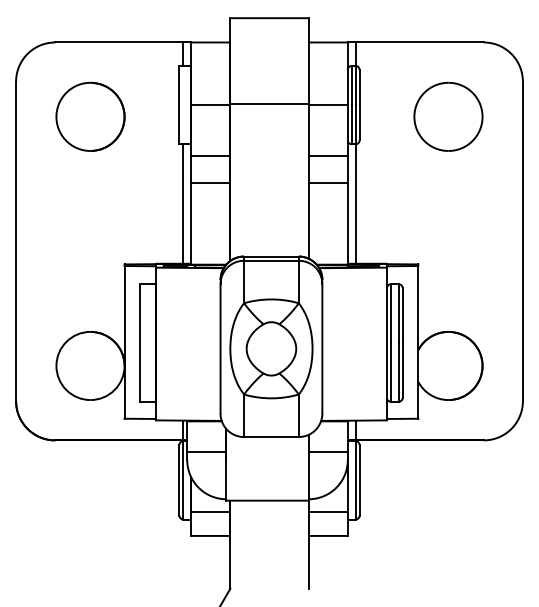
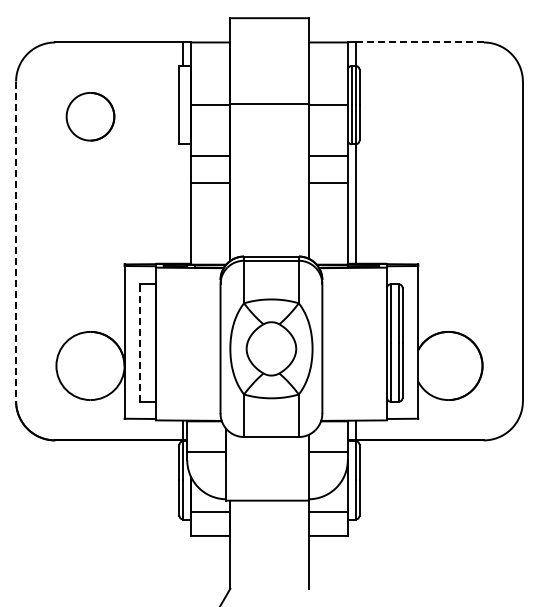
line at (419, 42): solid -> dashed
part at (90, 116) size: 71x71 px -> 51x50 px
part at (448, 116): present -> none
line at (183, 203): present -> none
line at (16, 241): solid -> dashed
line at (140, 343): solid -> dashed
